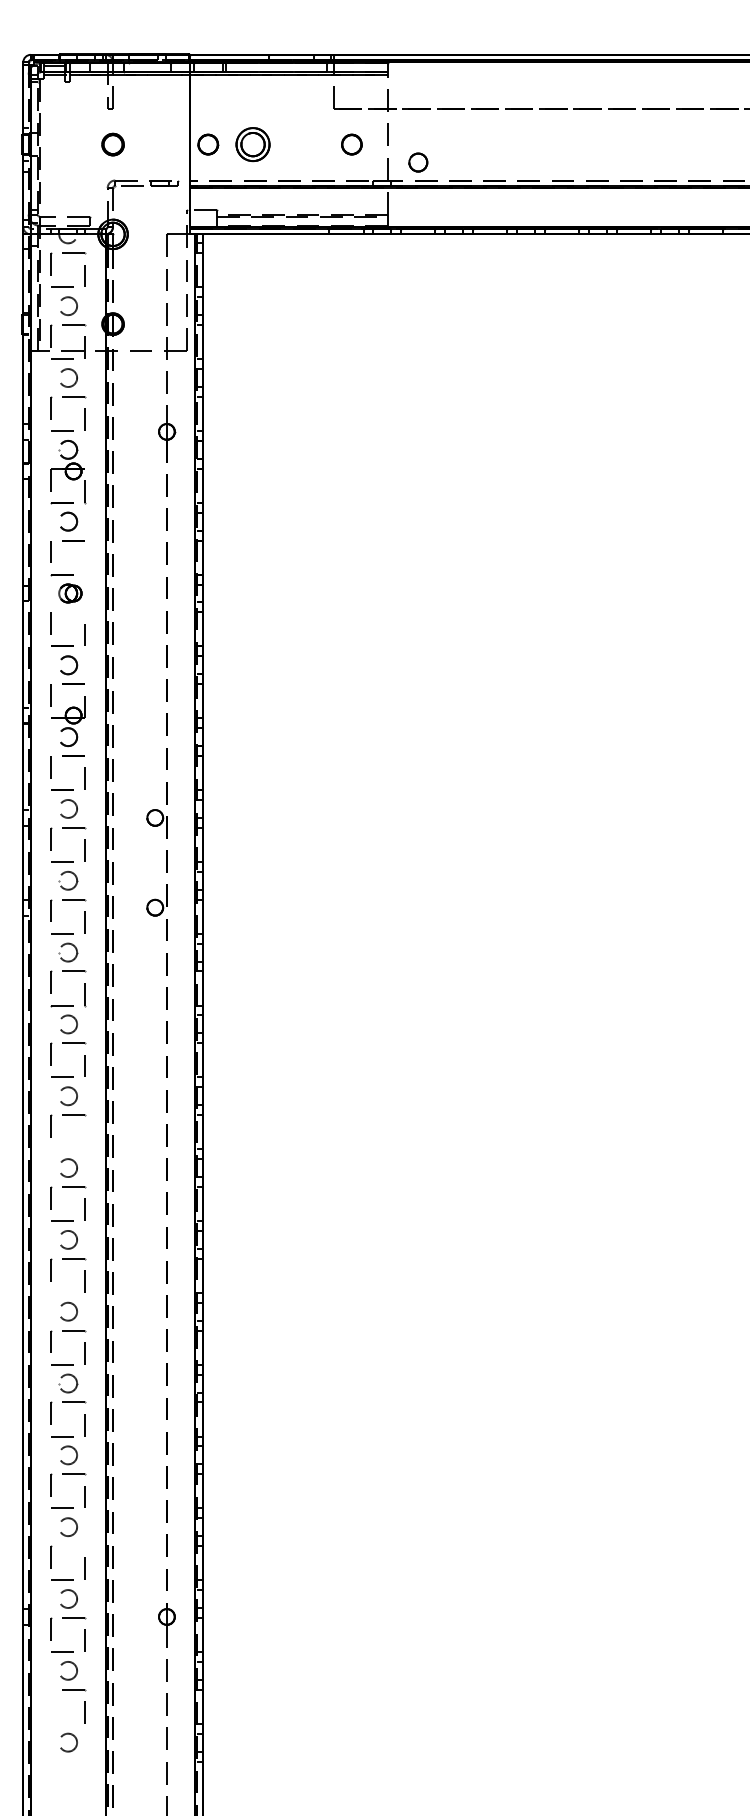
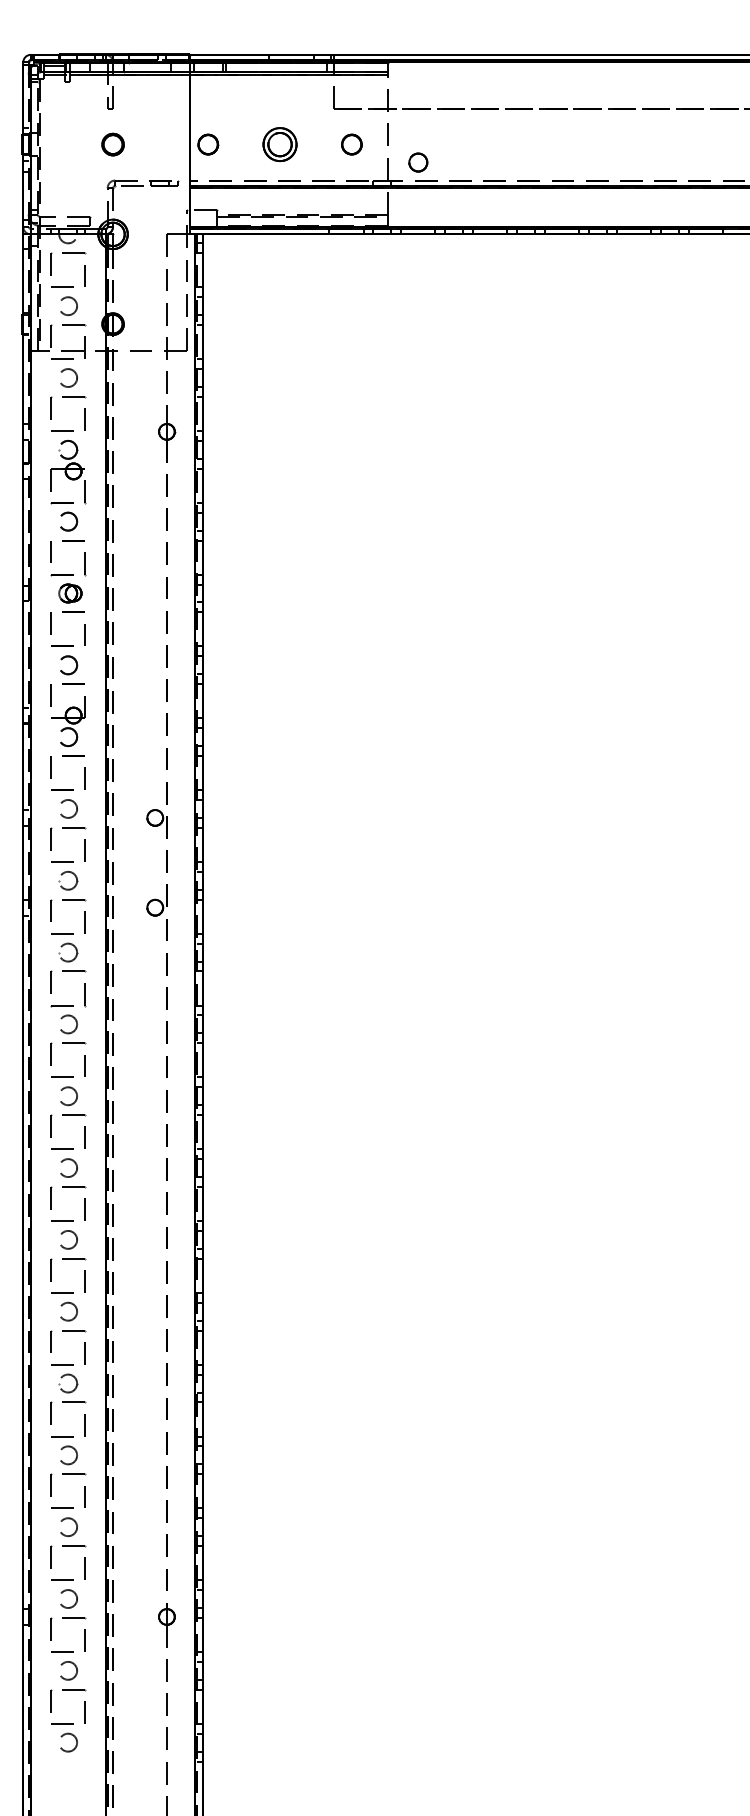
part at (252, 144) position: (252, 144) -> (279, 144)
line at (85, 564): none -> present
line at (73, 611): none -> present
line at (84, 1137): none -> present
line at (62, 1148): none -> present
line at (62, 1292): none -> present
line at (74, 1546): none -> present
line at (51, 1700): none -> present
line at (62, 1723): none -> present
